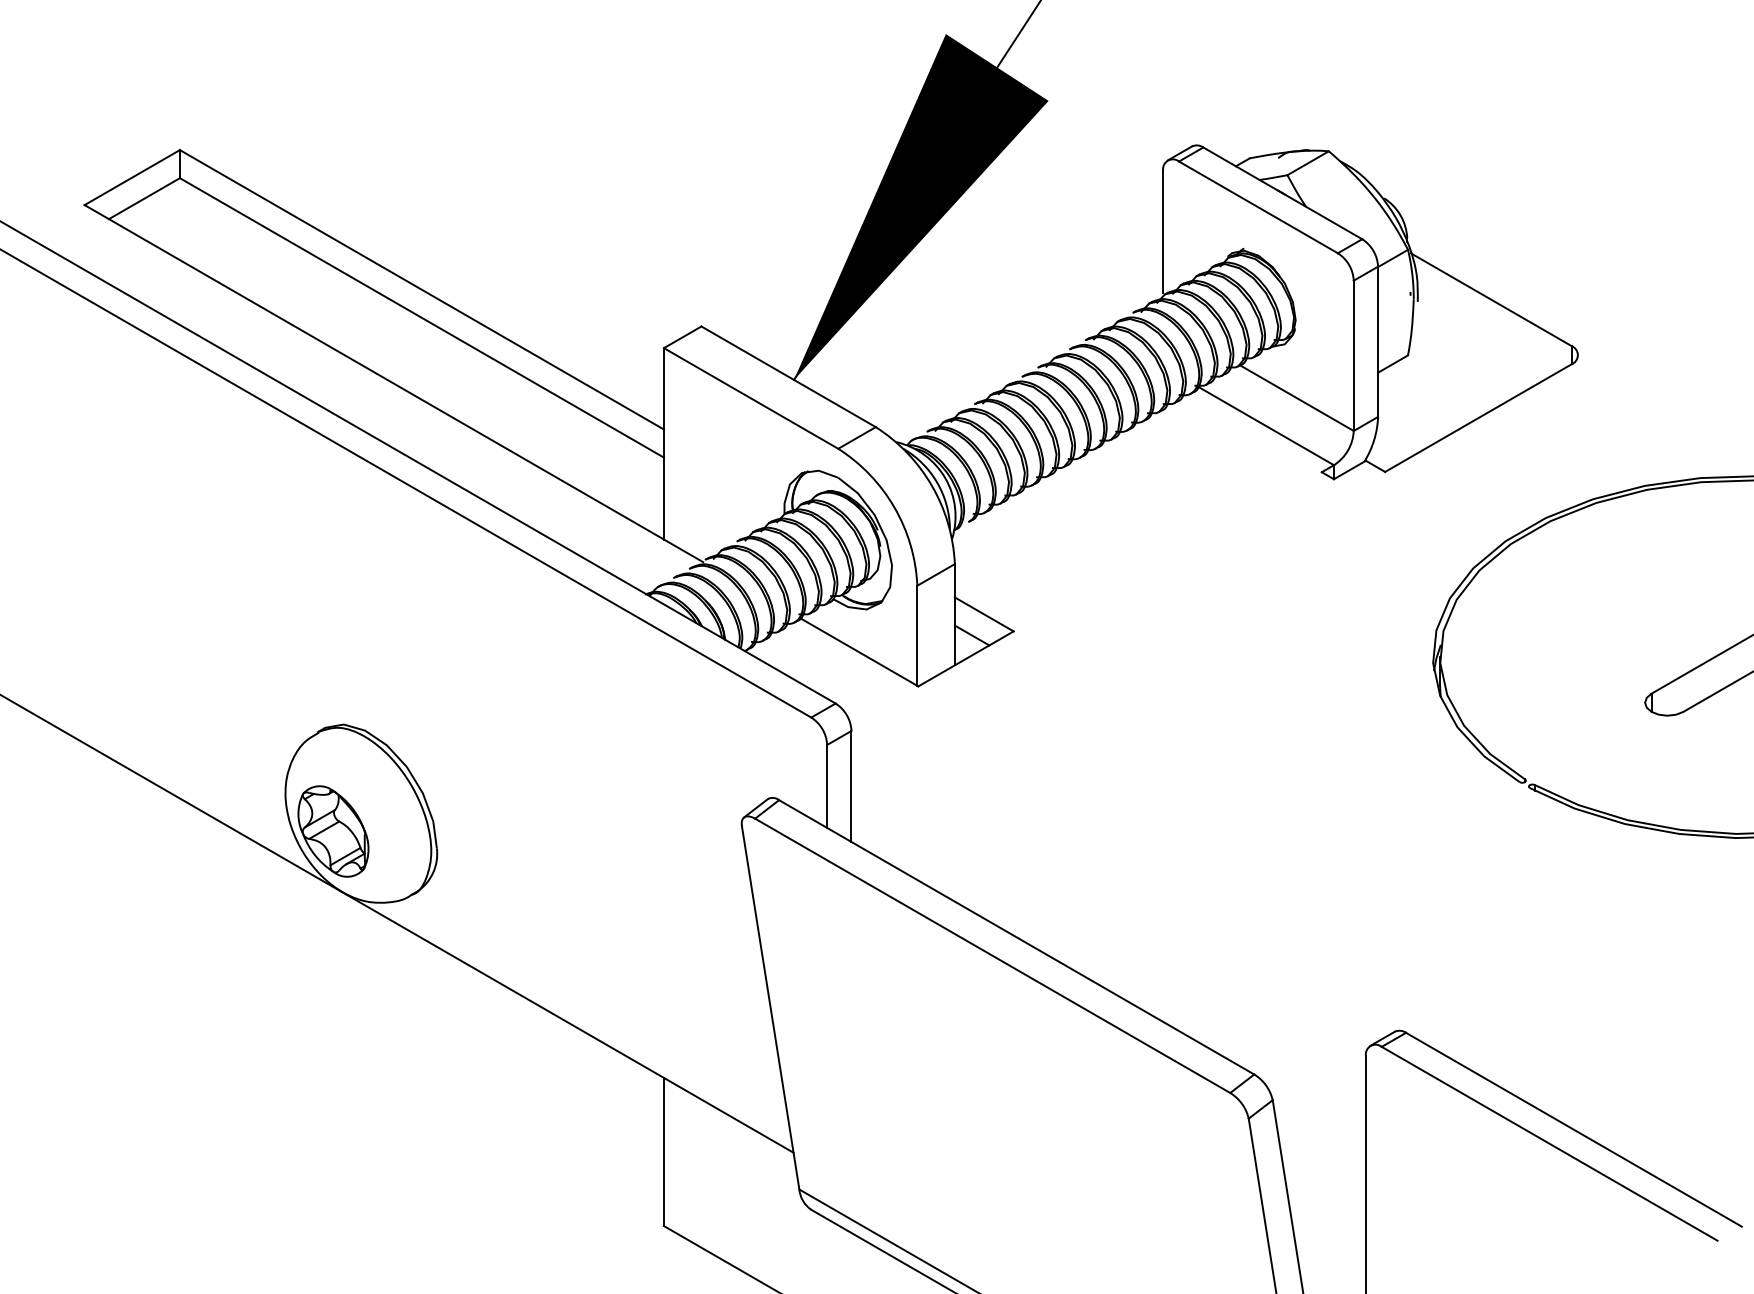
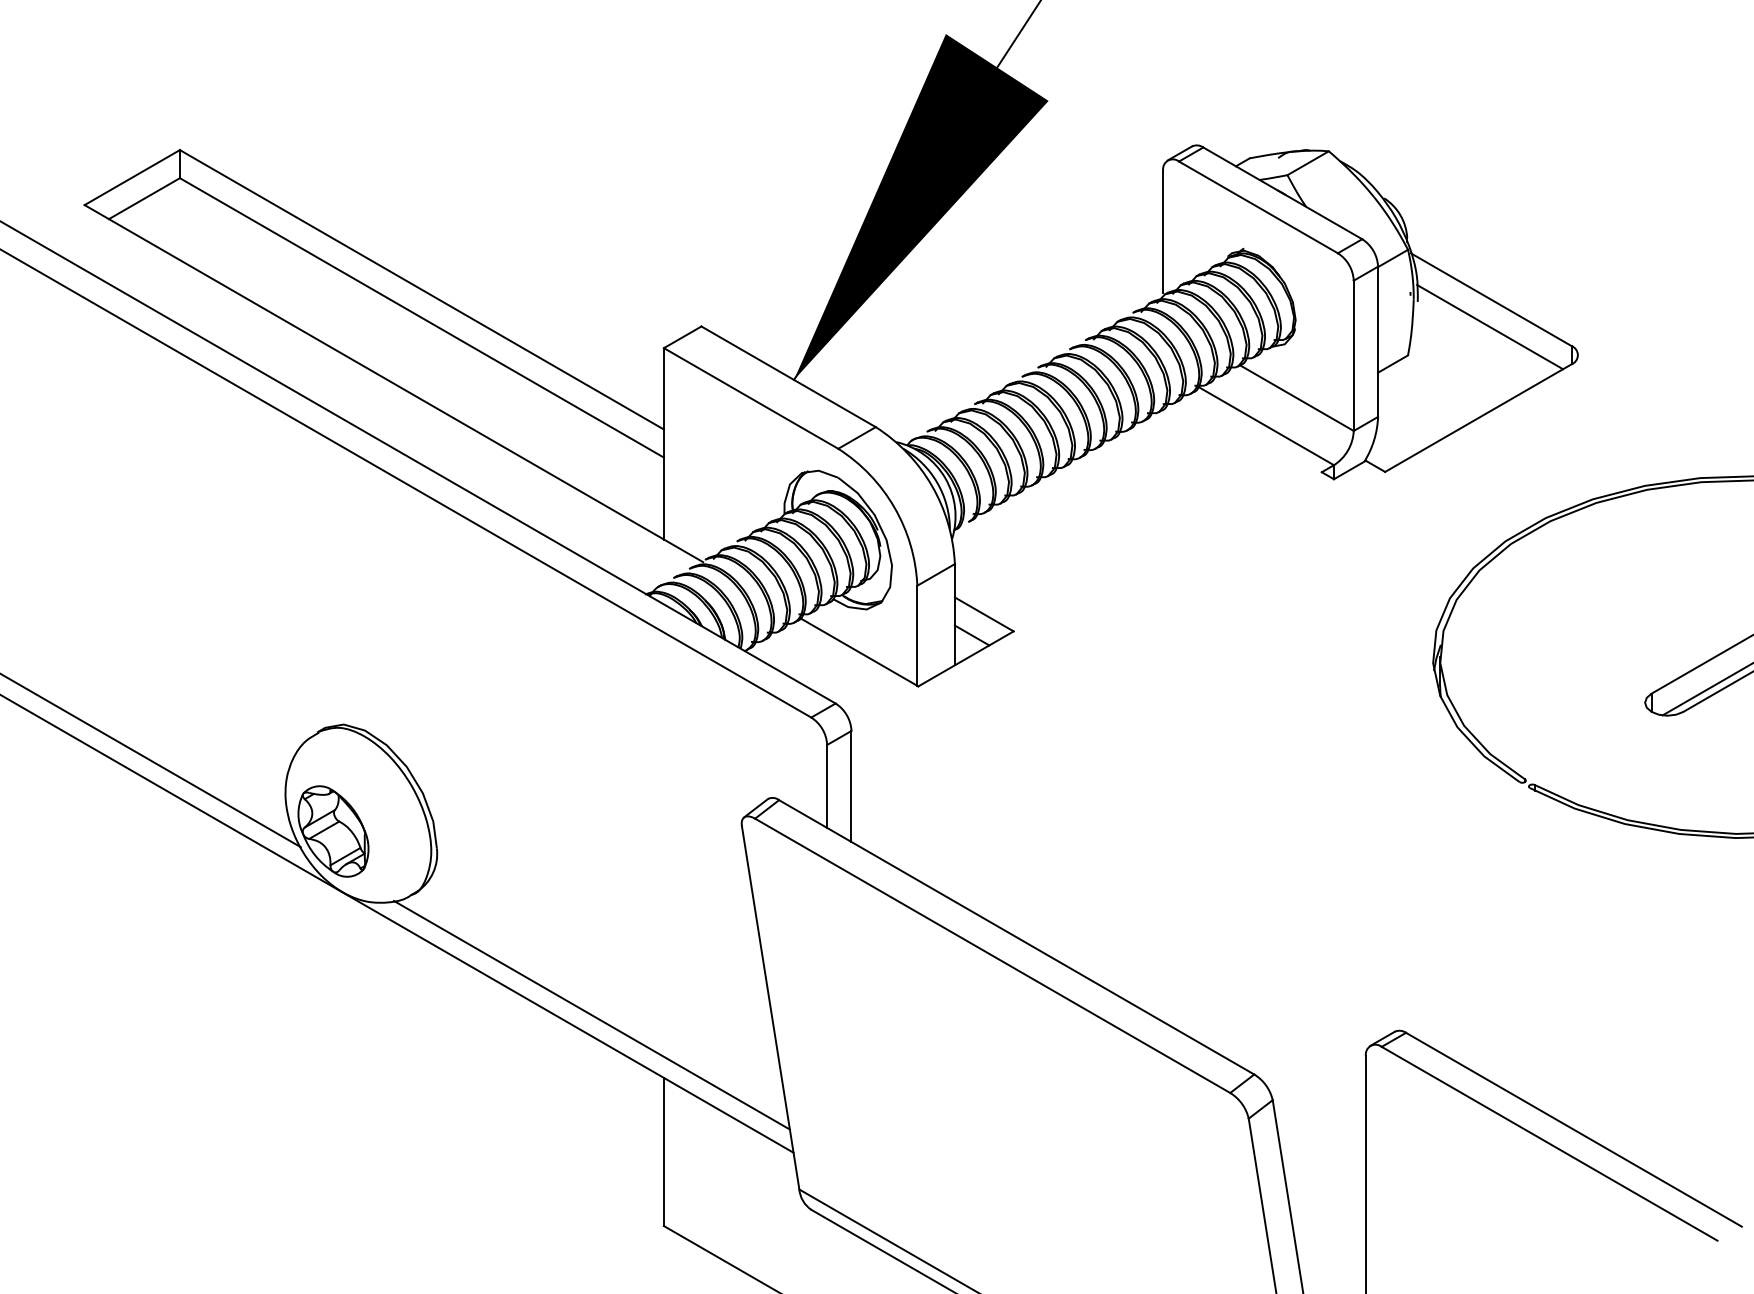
line at (1490, 326): none -> present
line at (1706, 689): none -> present
line at (151, 761): none -> present
line at (591, 1014): none -> present
